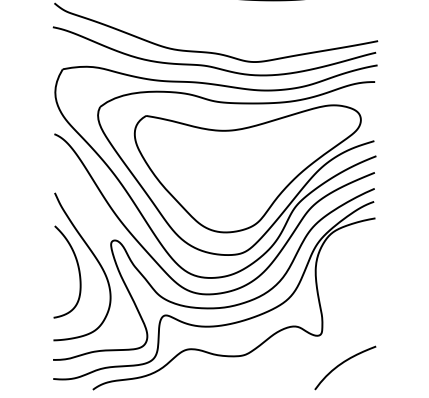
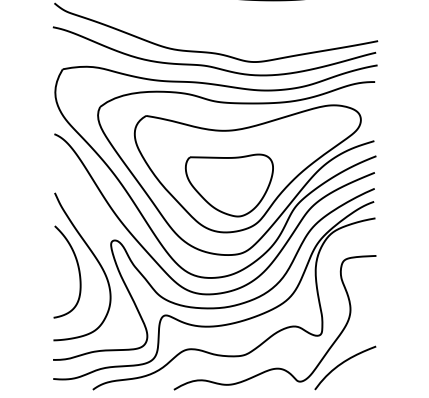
part at (228, 185): none -> present
curve at (275, 367): none -> present
